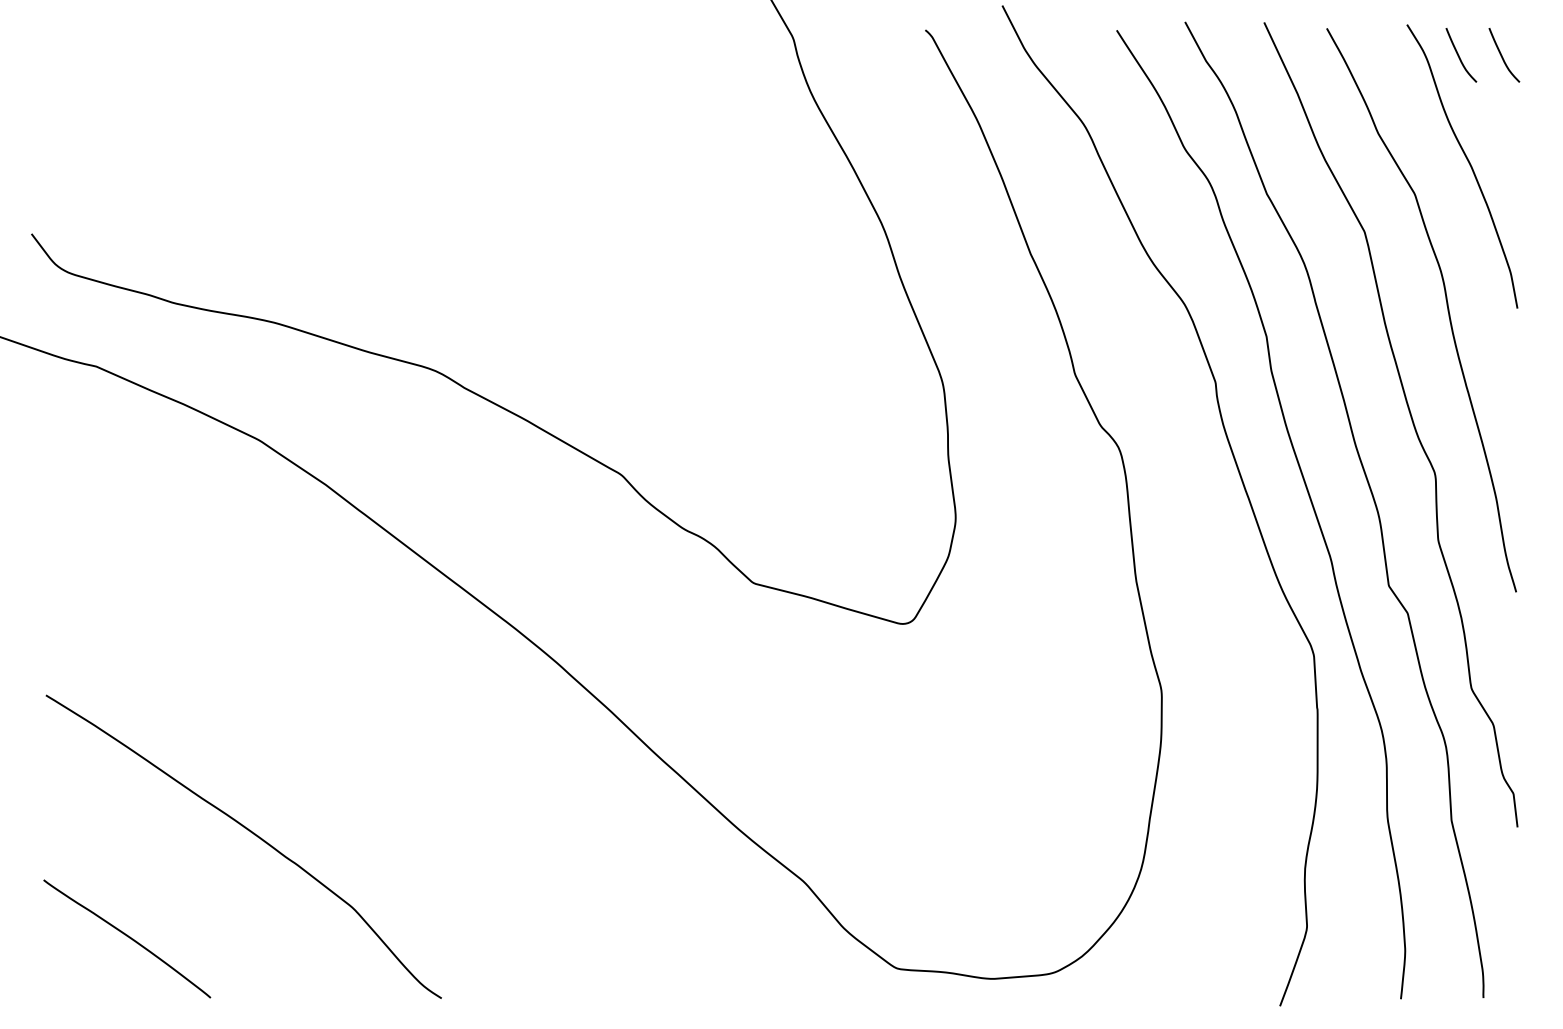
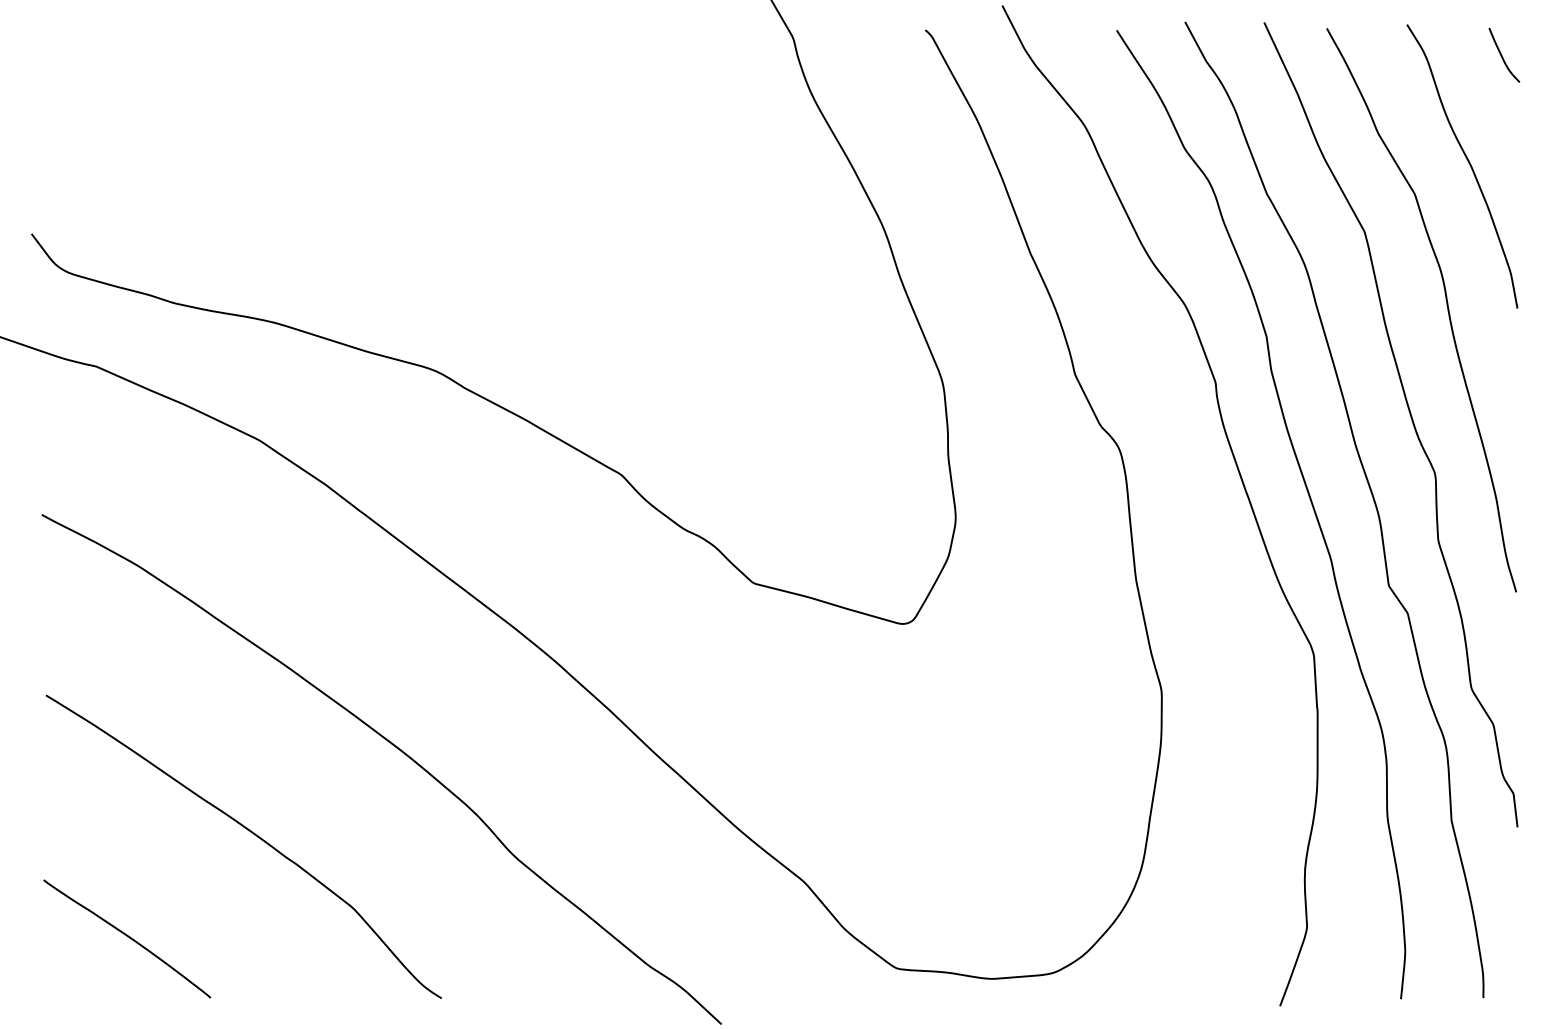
curve at (1459, 55): present -> none
curve at (396, 748): none -> present
